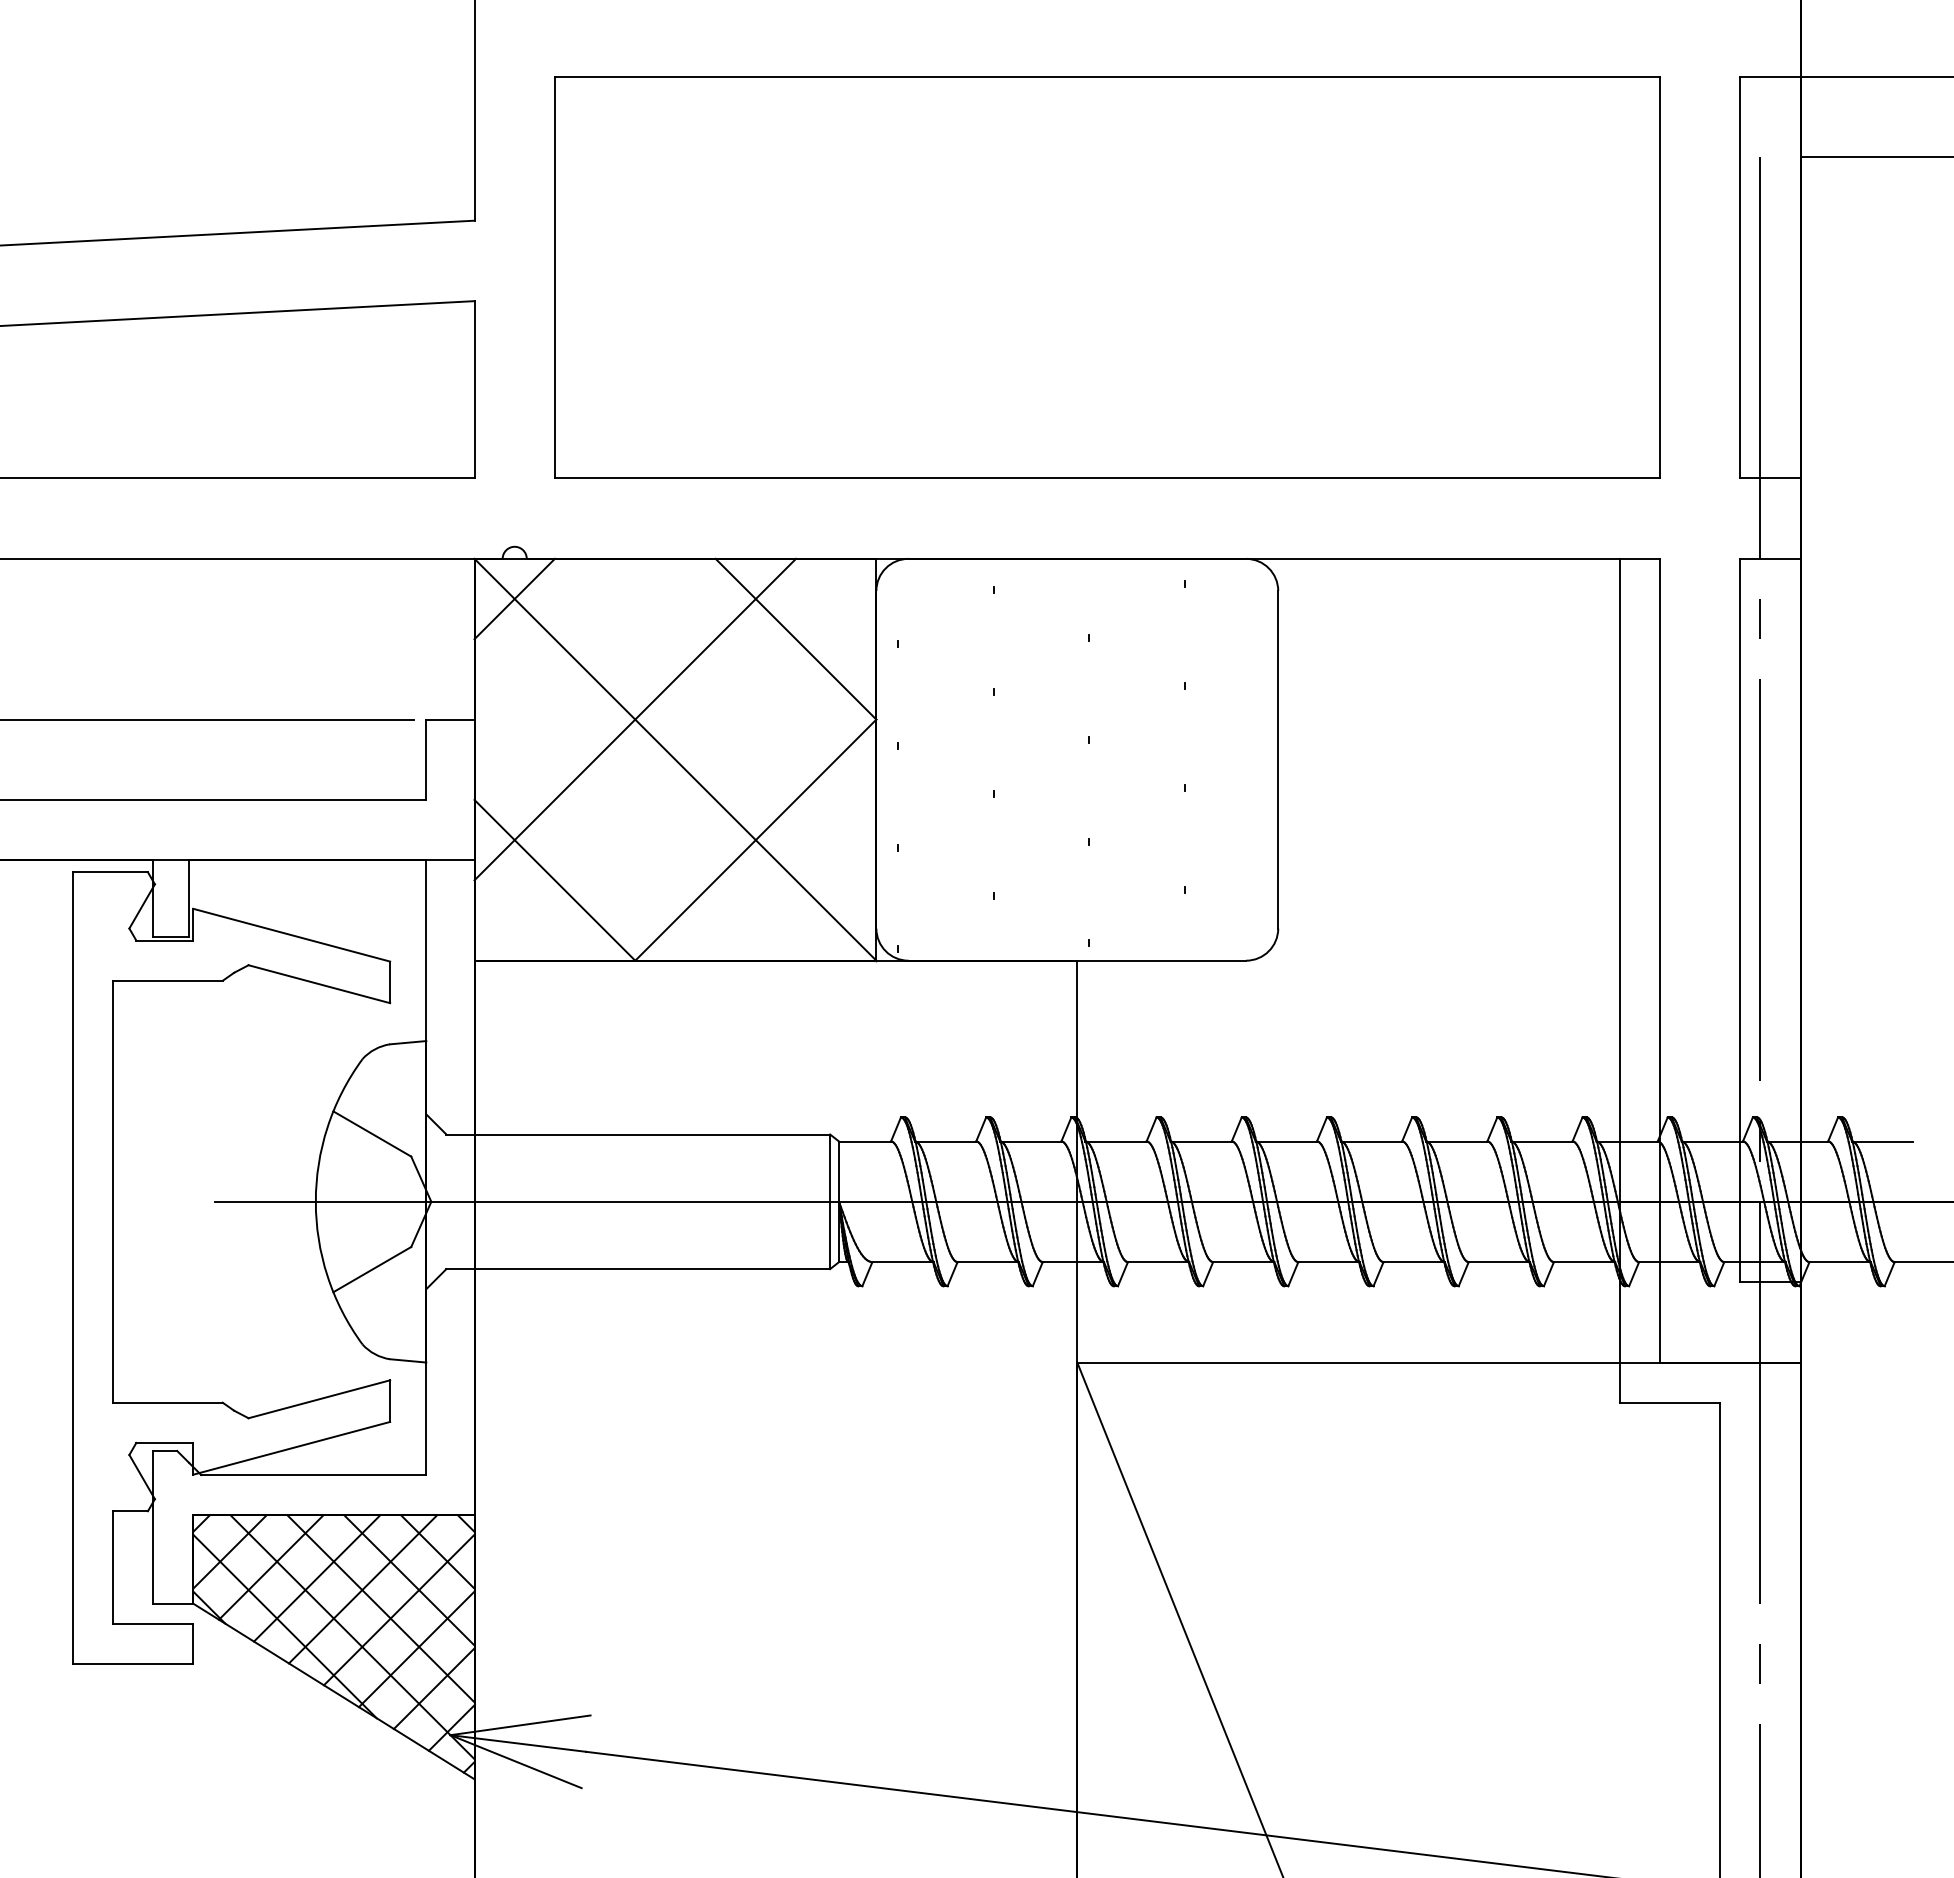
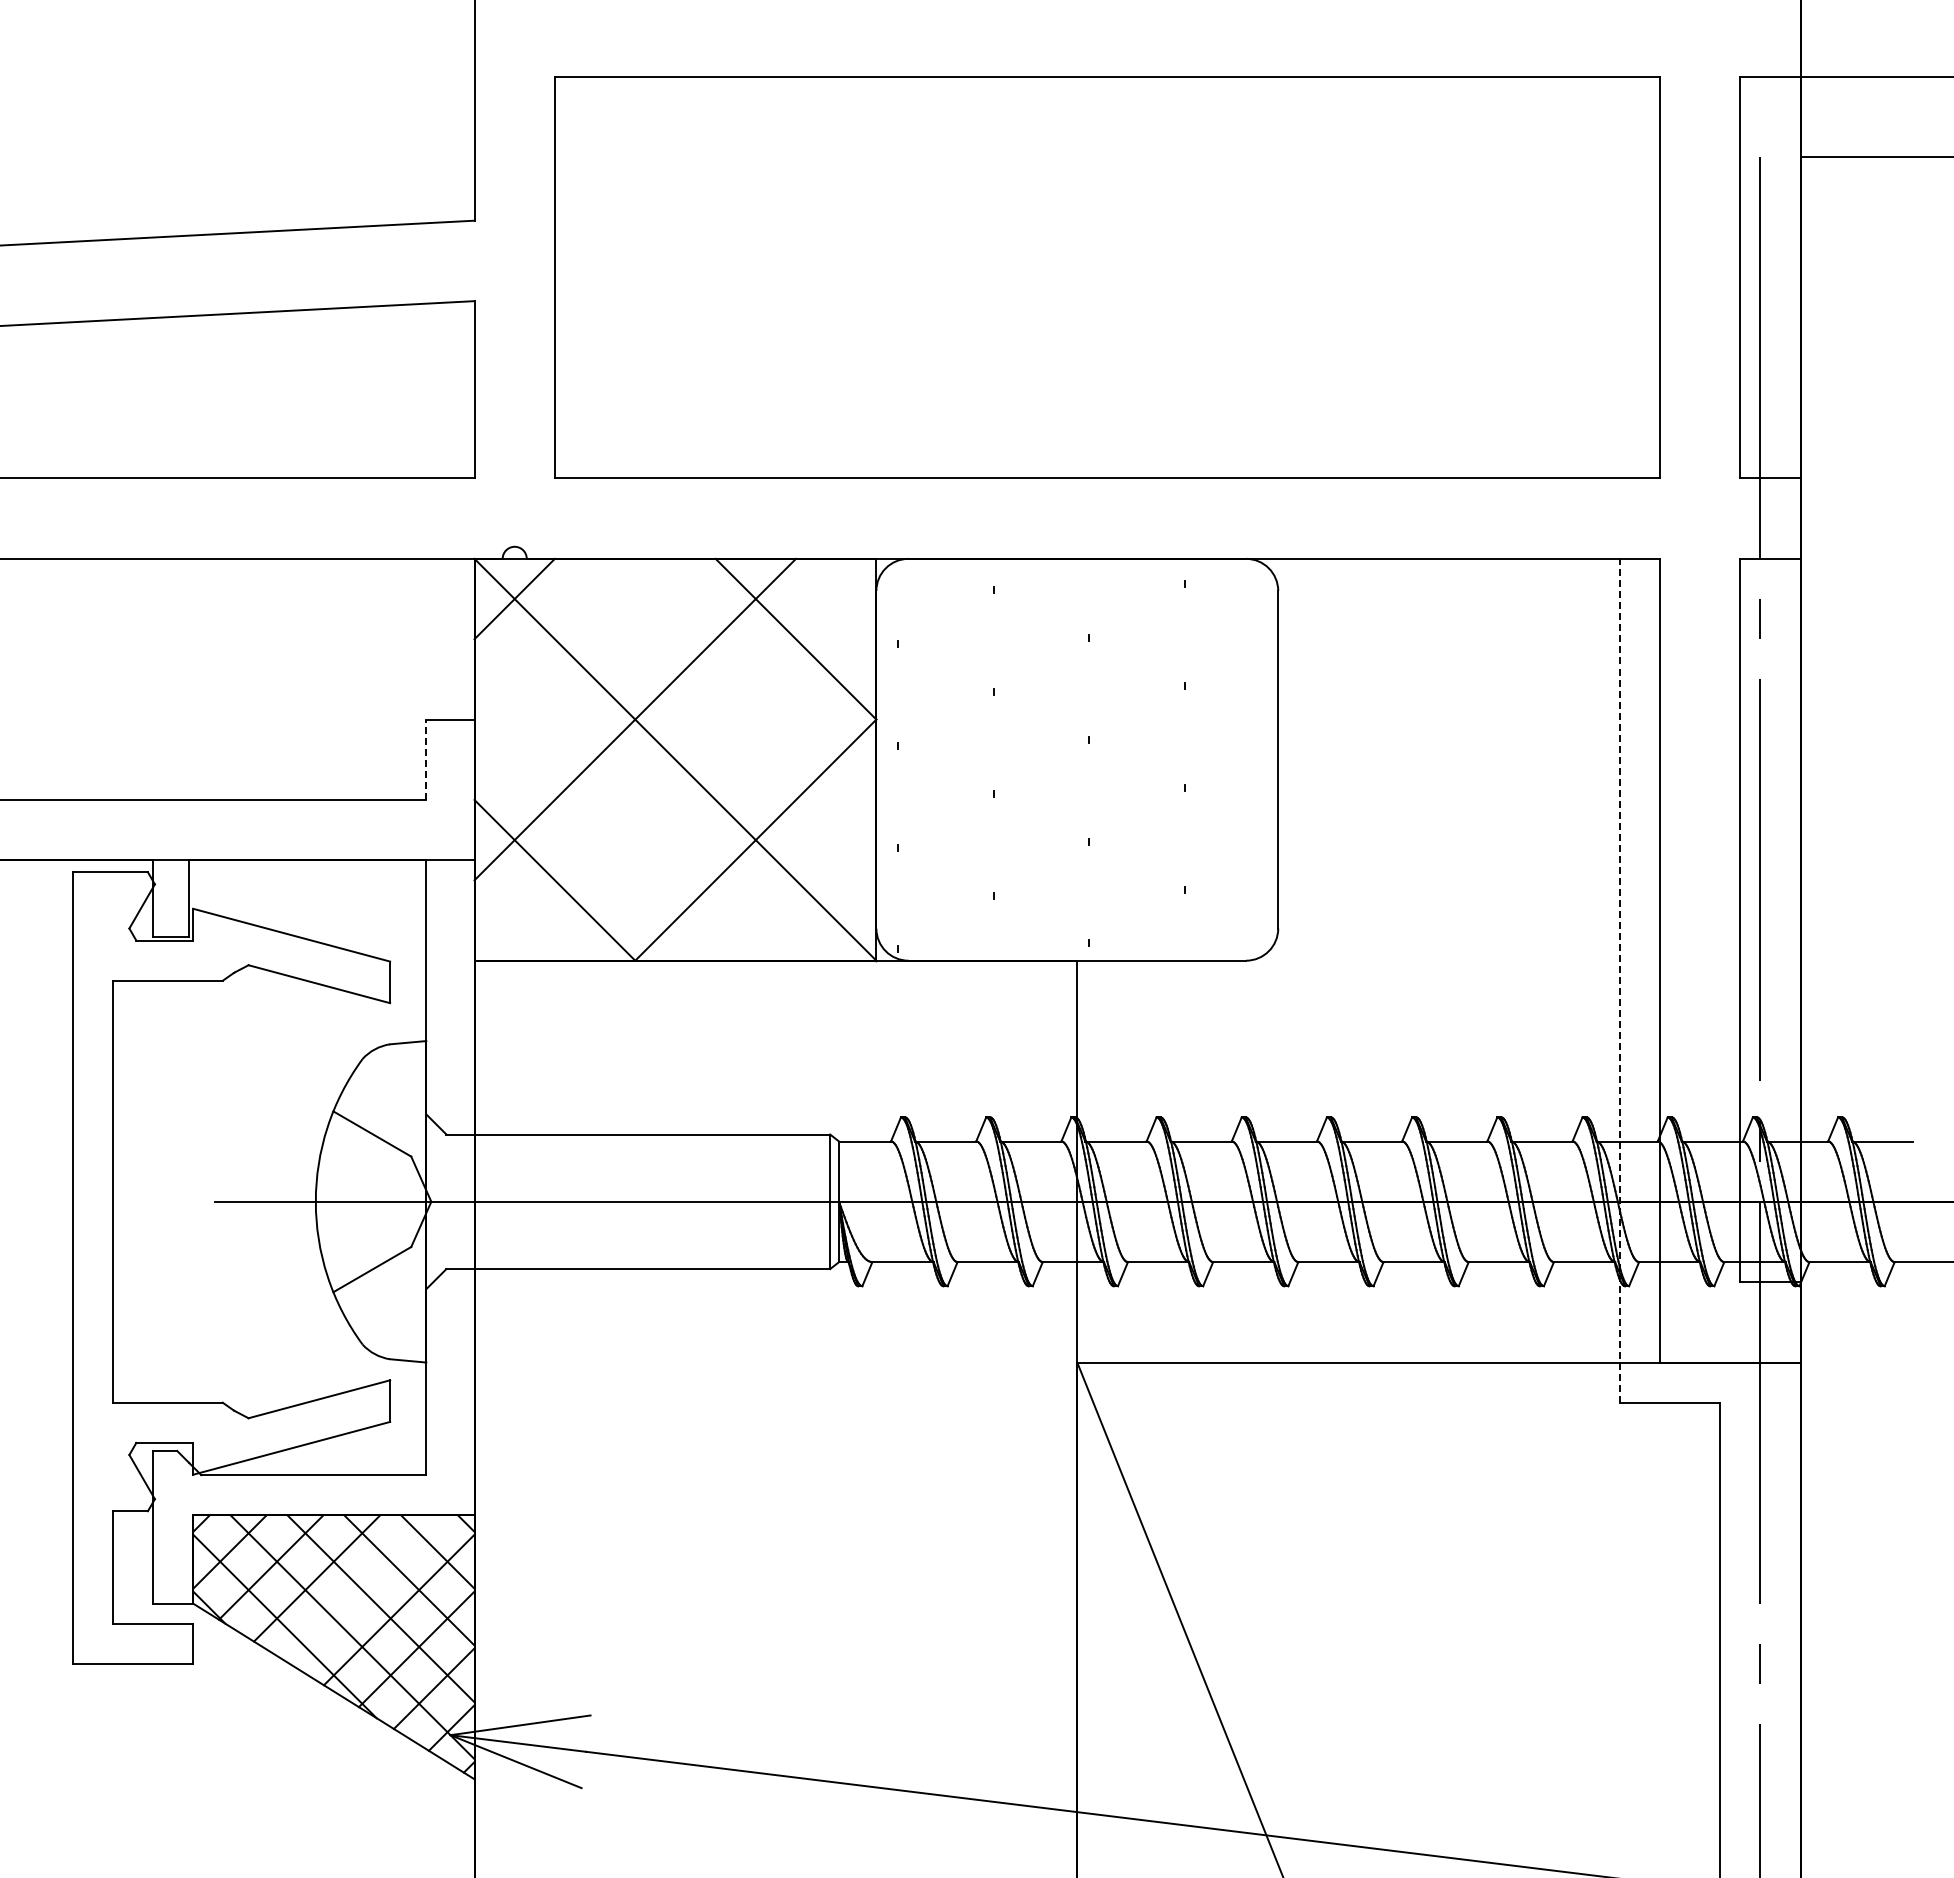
line at (208, 719): present -> none
line at (426, 759): solid -> dashed
line at (1619, 980): solid -> dashed
line at (362, 1589): present -> none
